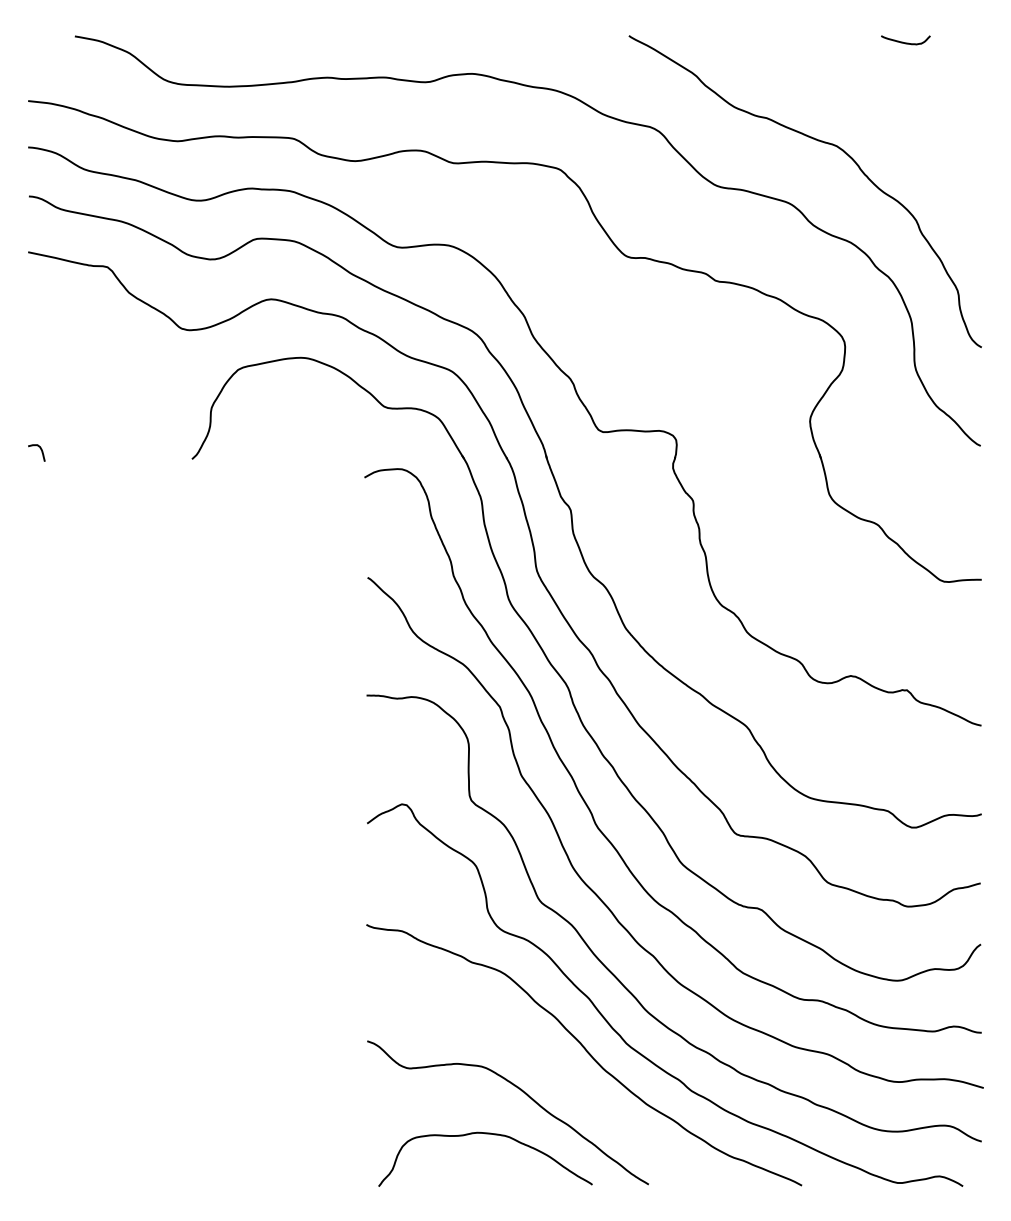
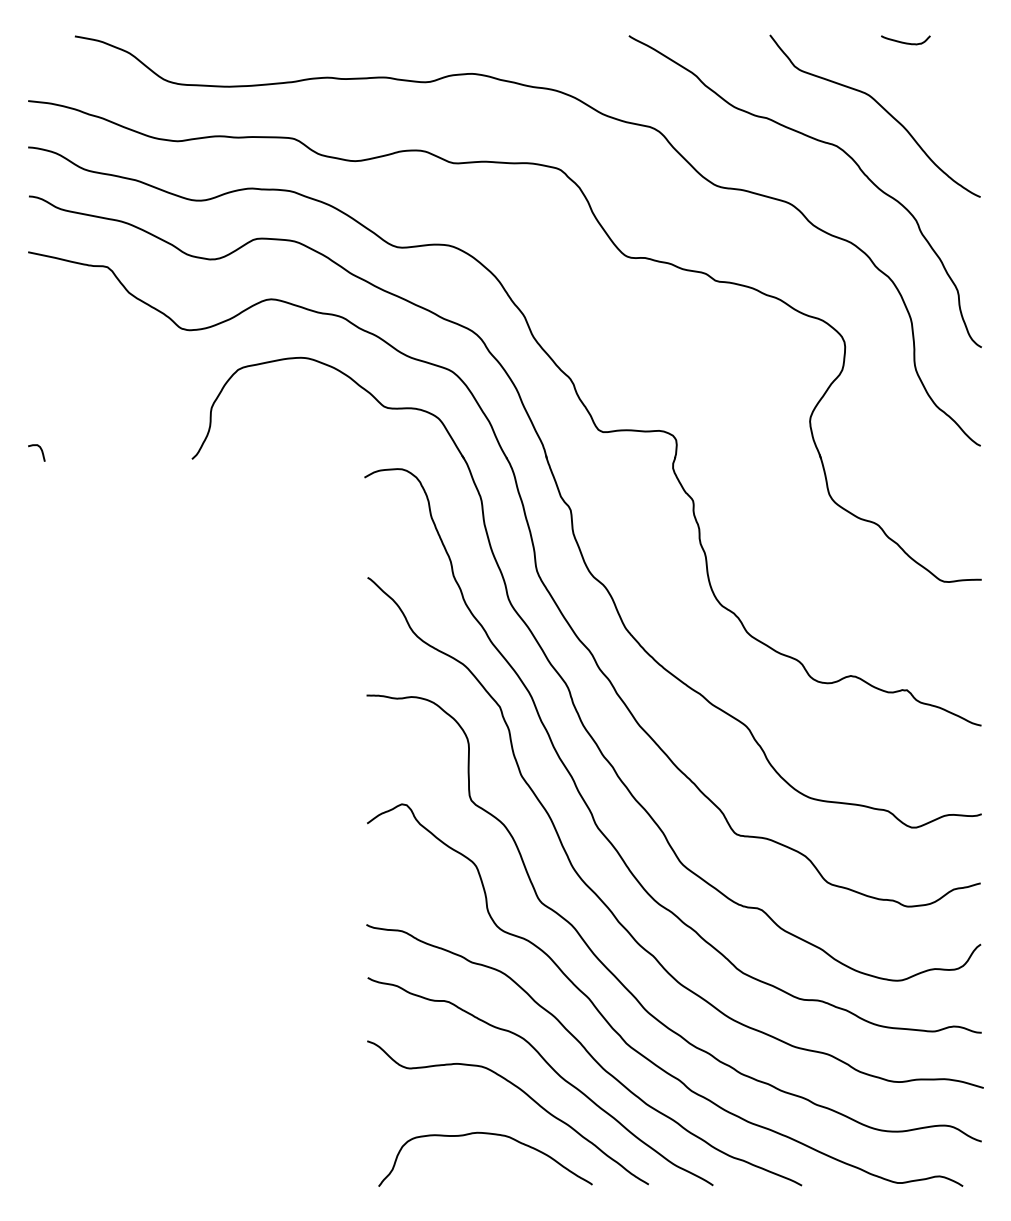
curve at (881, 107): none -> present
curve at (552, 1069): none -> present
